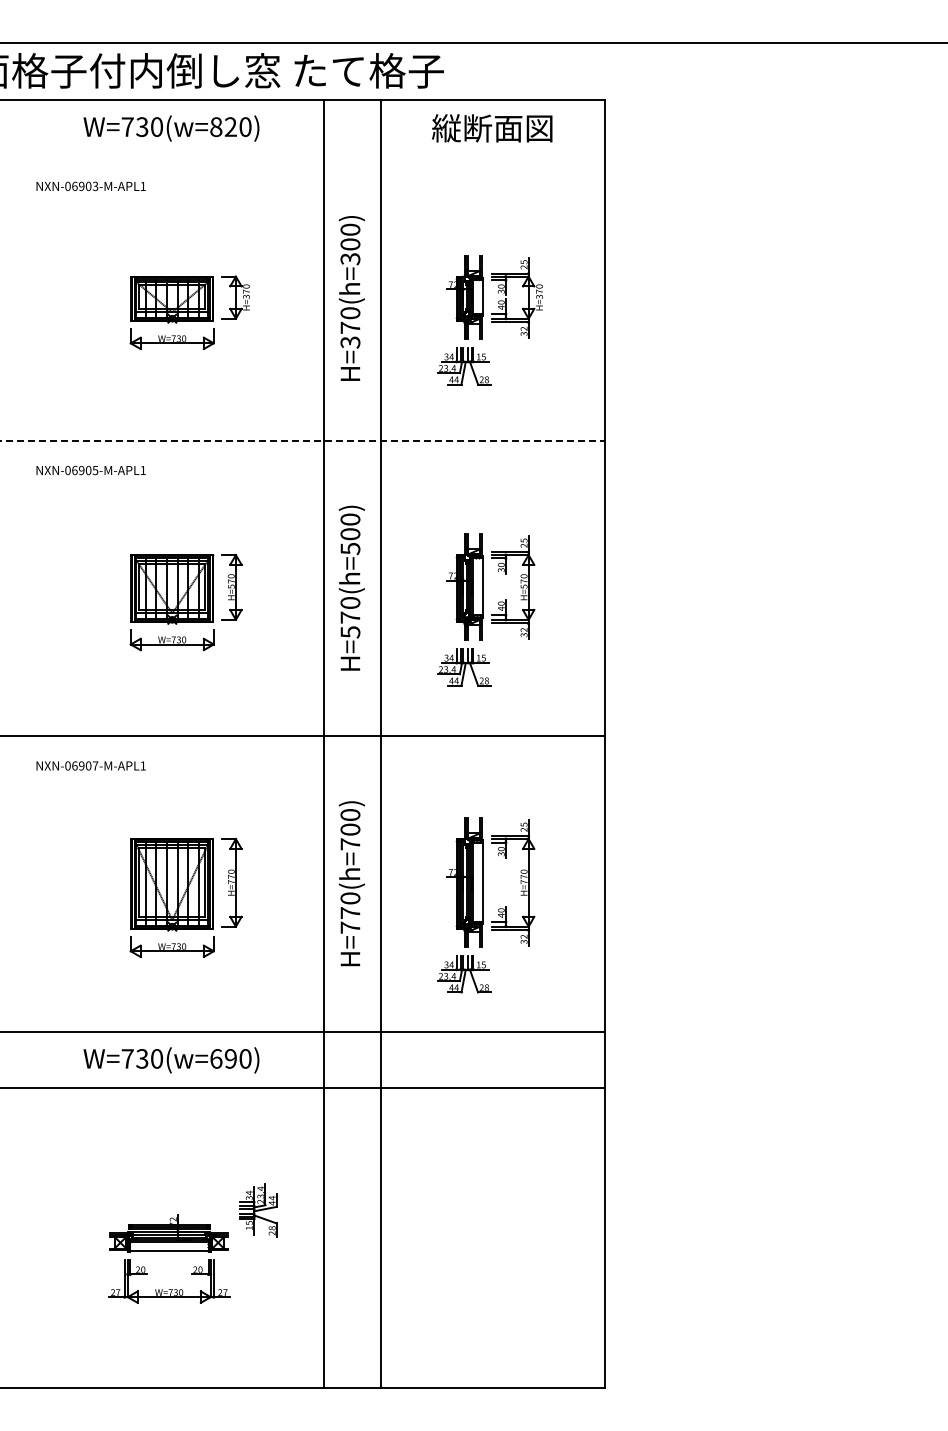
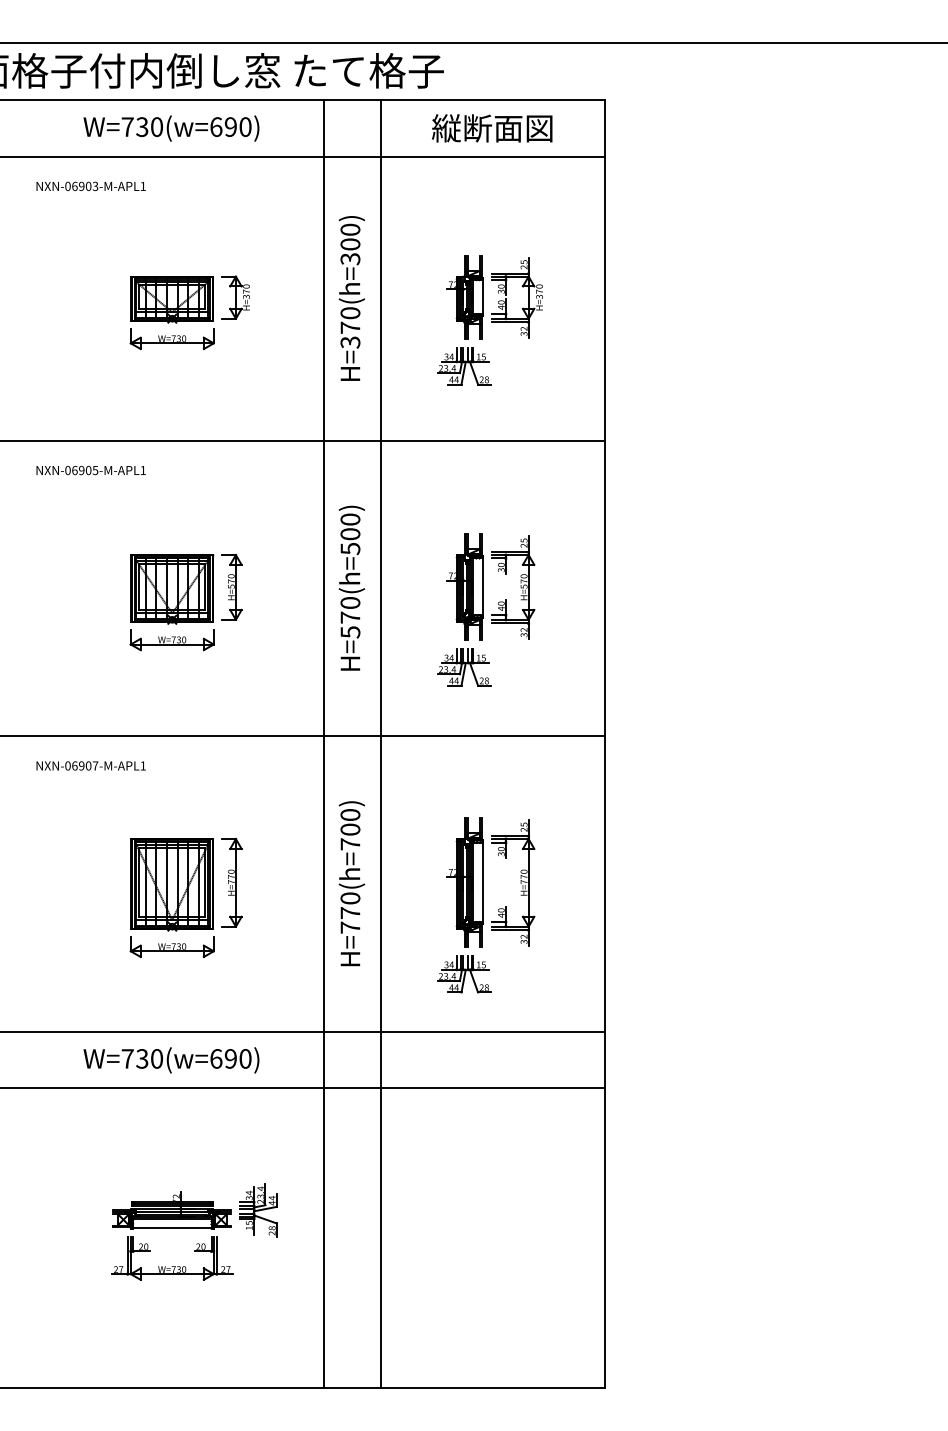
text at (223, 126): W=730(w=820) -> W=730(w=690)
line at (303, 156): none -> present
line at (302, 440): dashed -> solid
part at (169, 1251) position: (169, 1251) -> (172, 1228)
